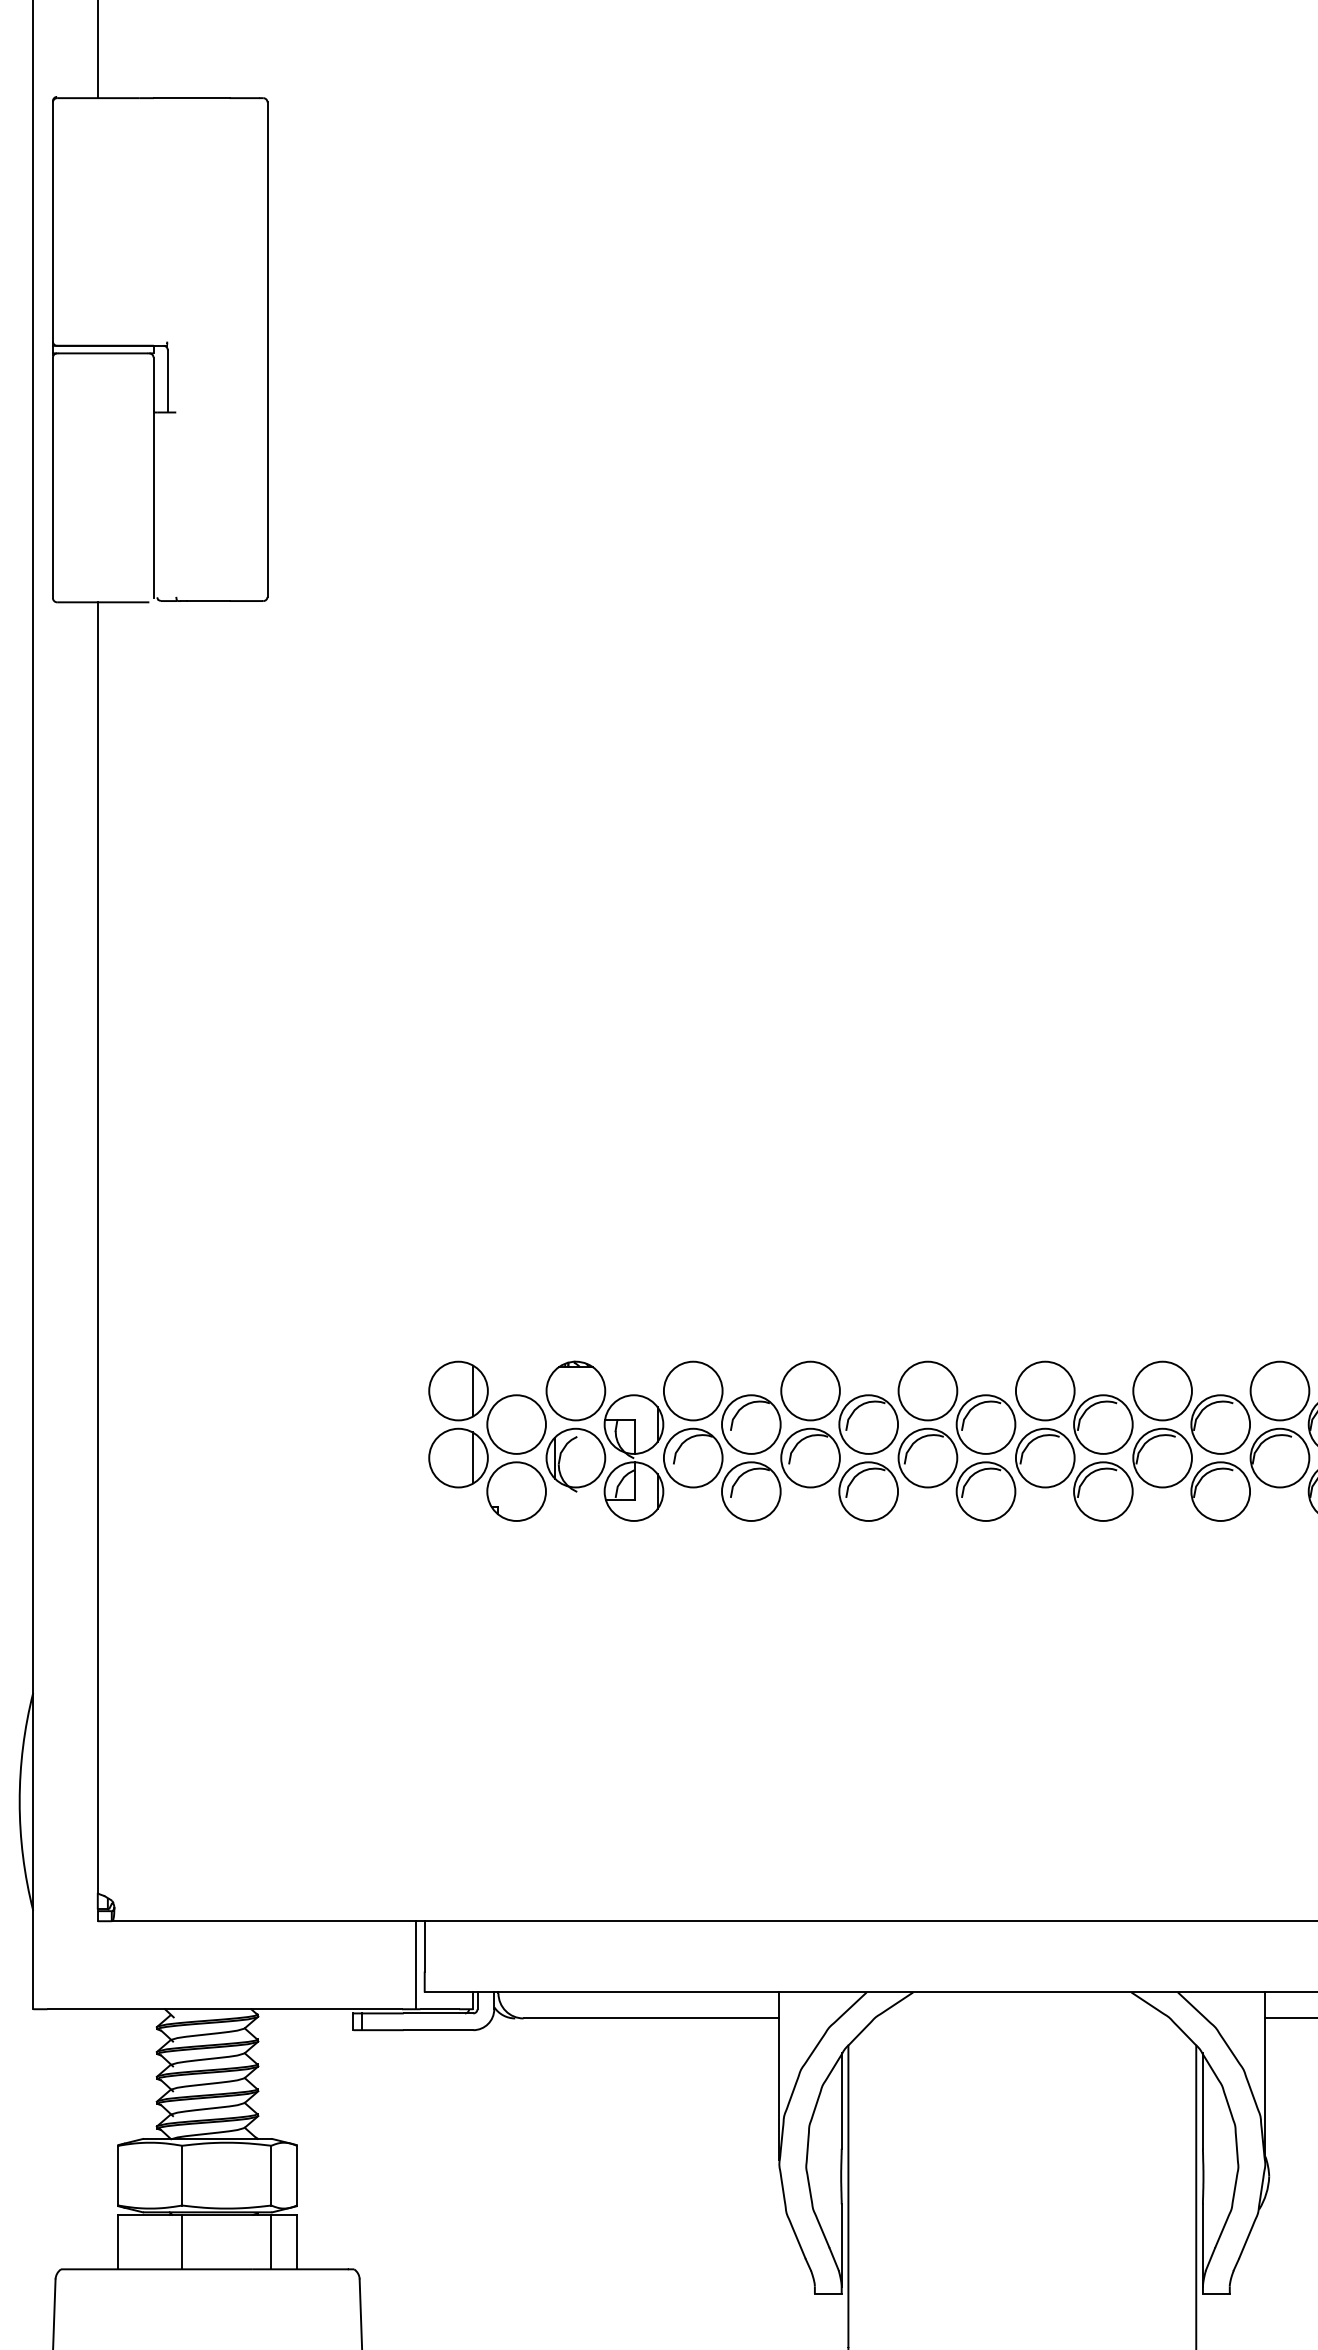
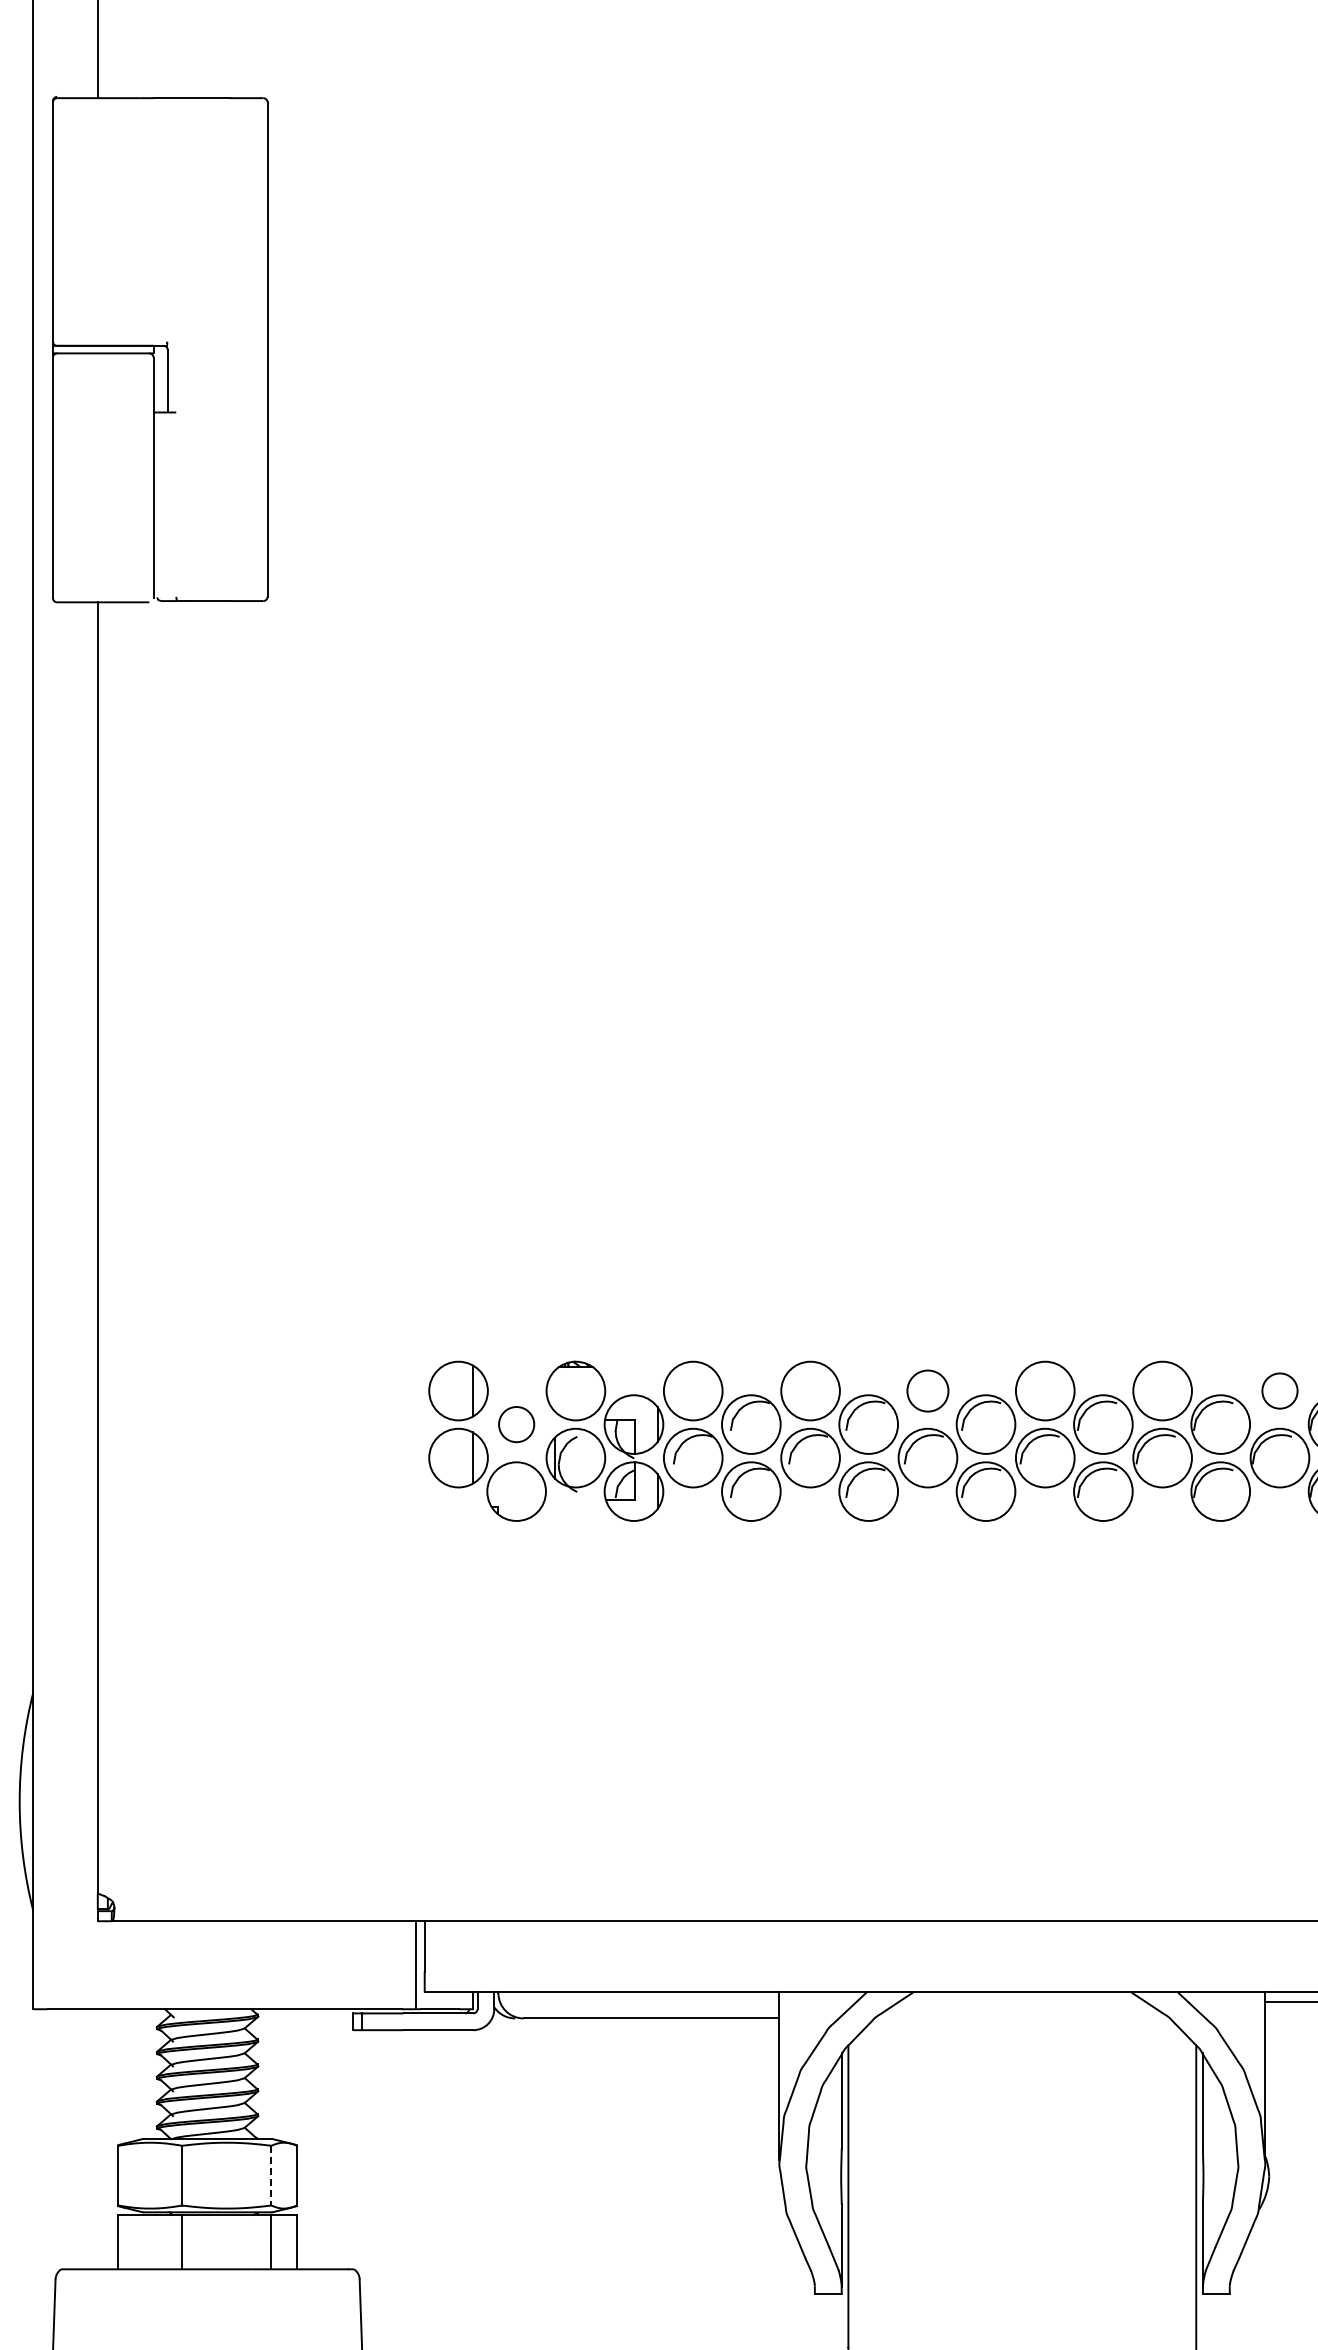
circle at (927, 1390) diameter: 59 px -> 41 px
circle at (1279, 1390) diameter: 59 px -> 35 px
circle at (516, 1424) diameter: 59 px -> 35 px
line at (1289, 2018) position: (1289, 2018) -> (1289, 2002)
line at (271, 2175): solid -> dashed
